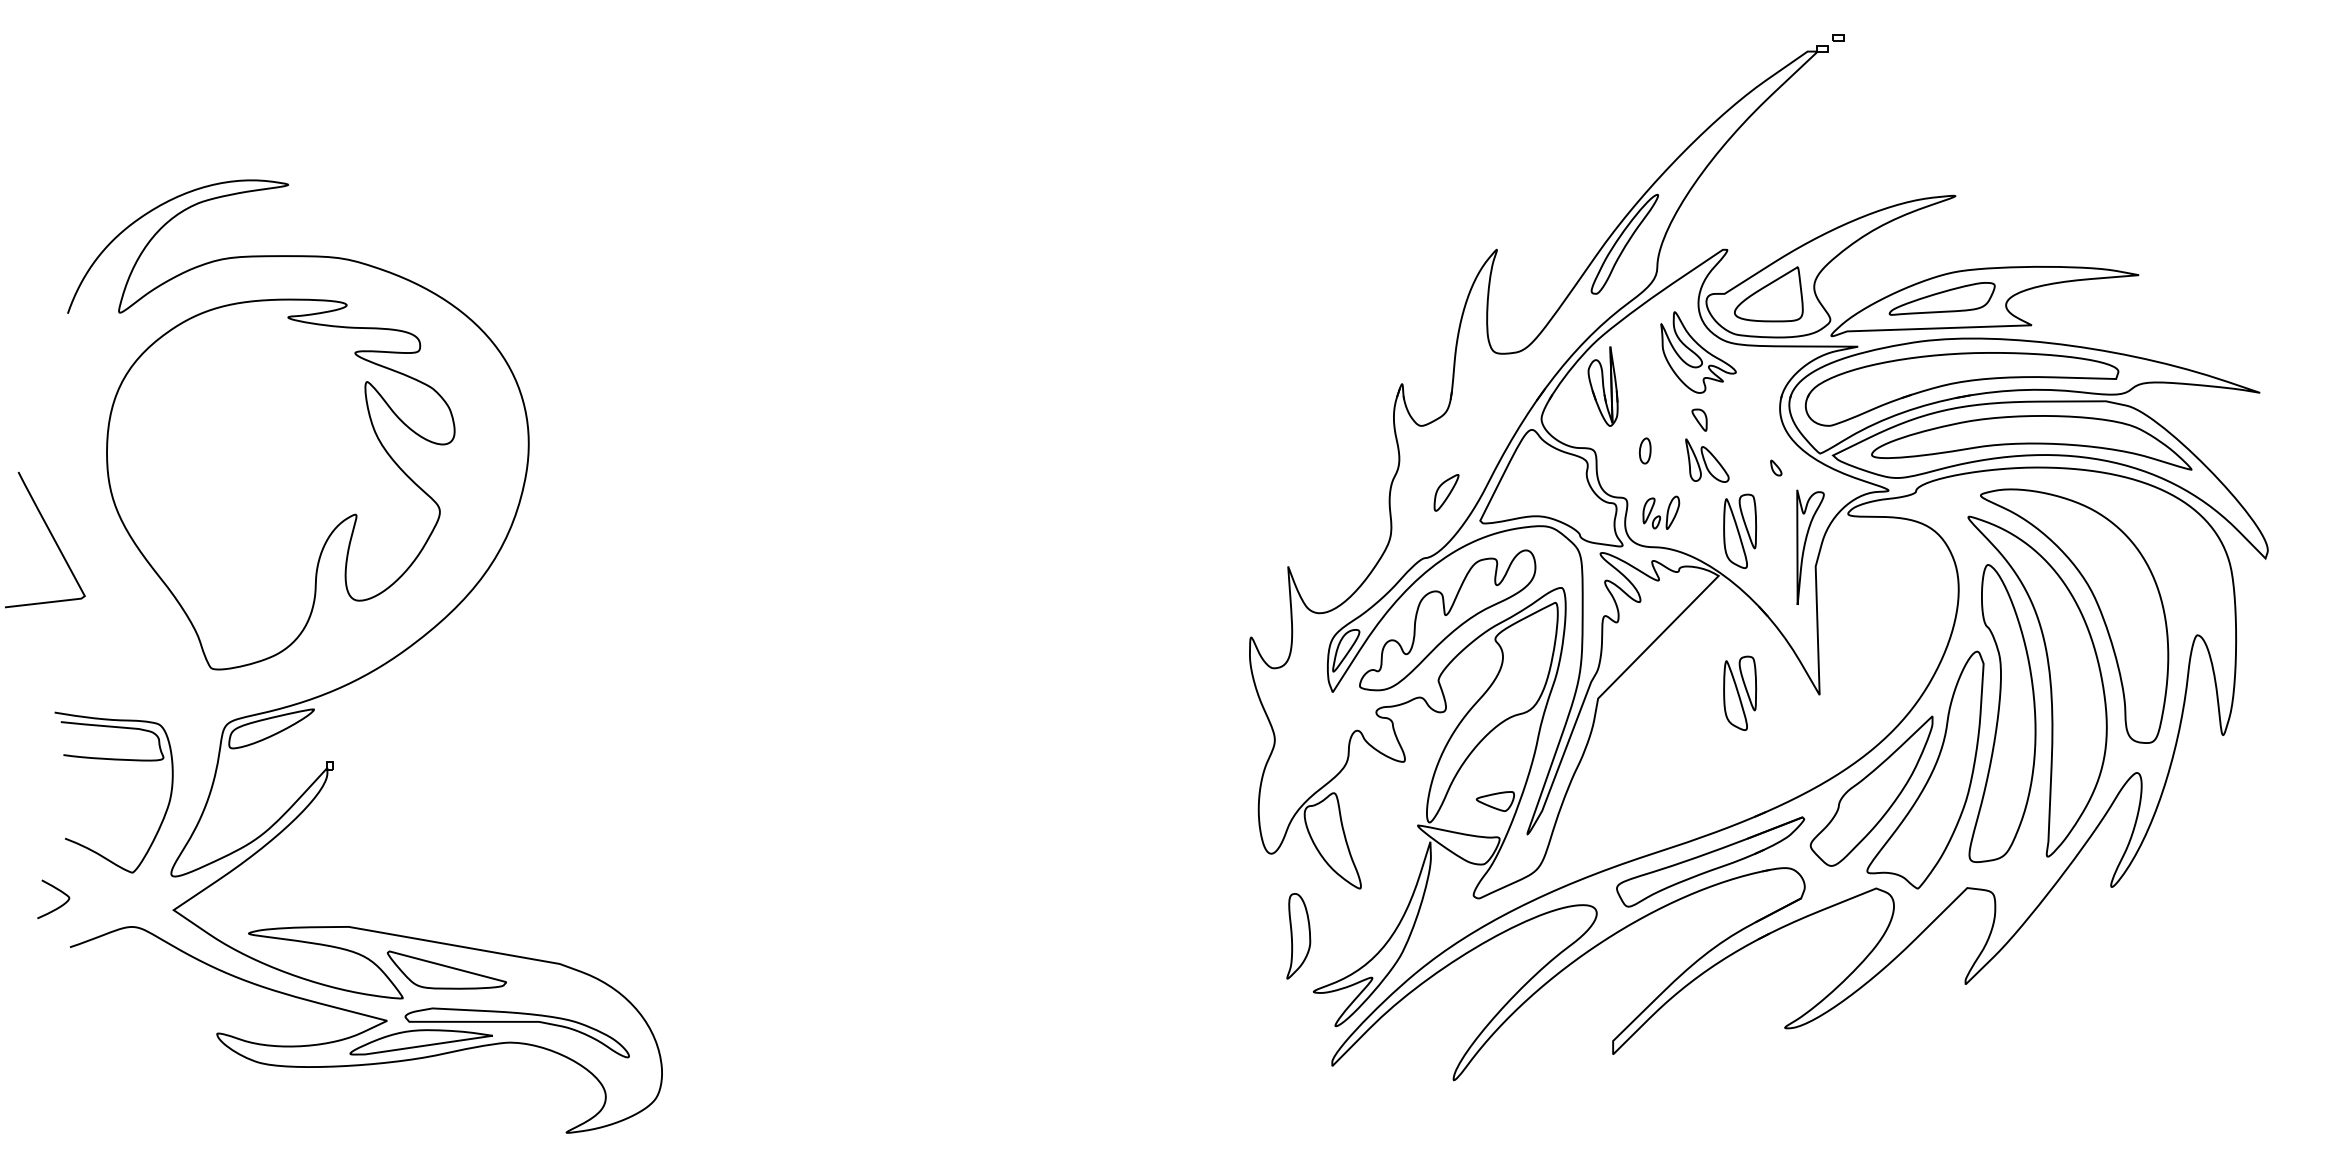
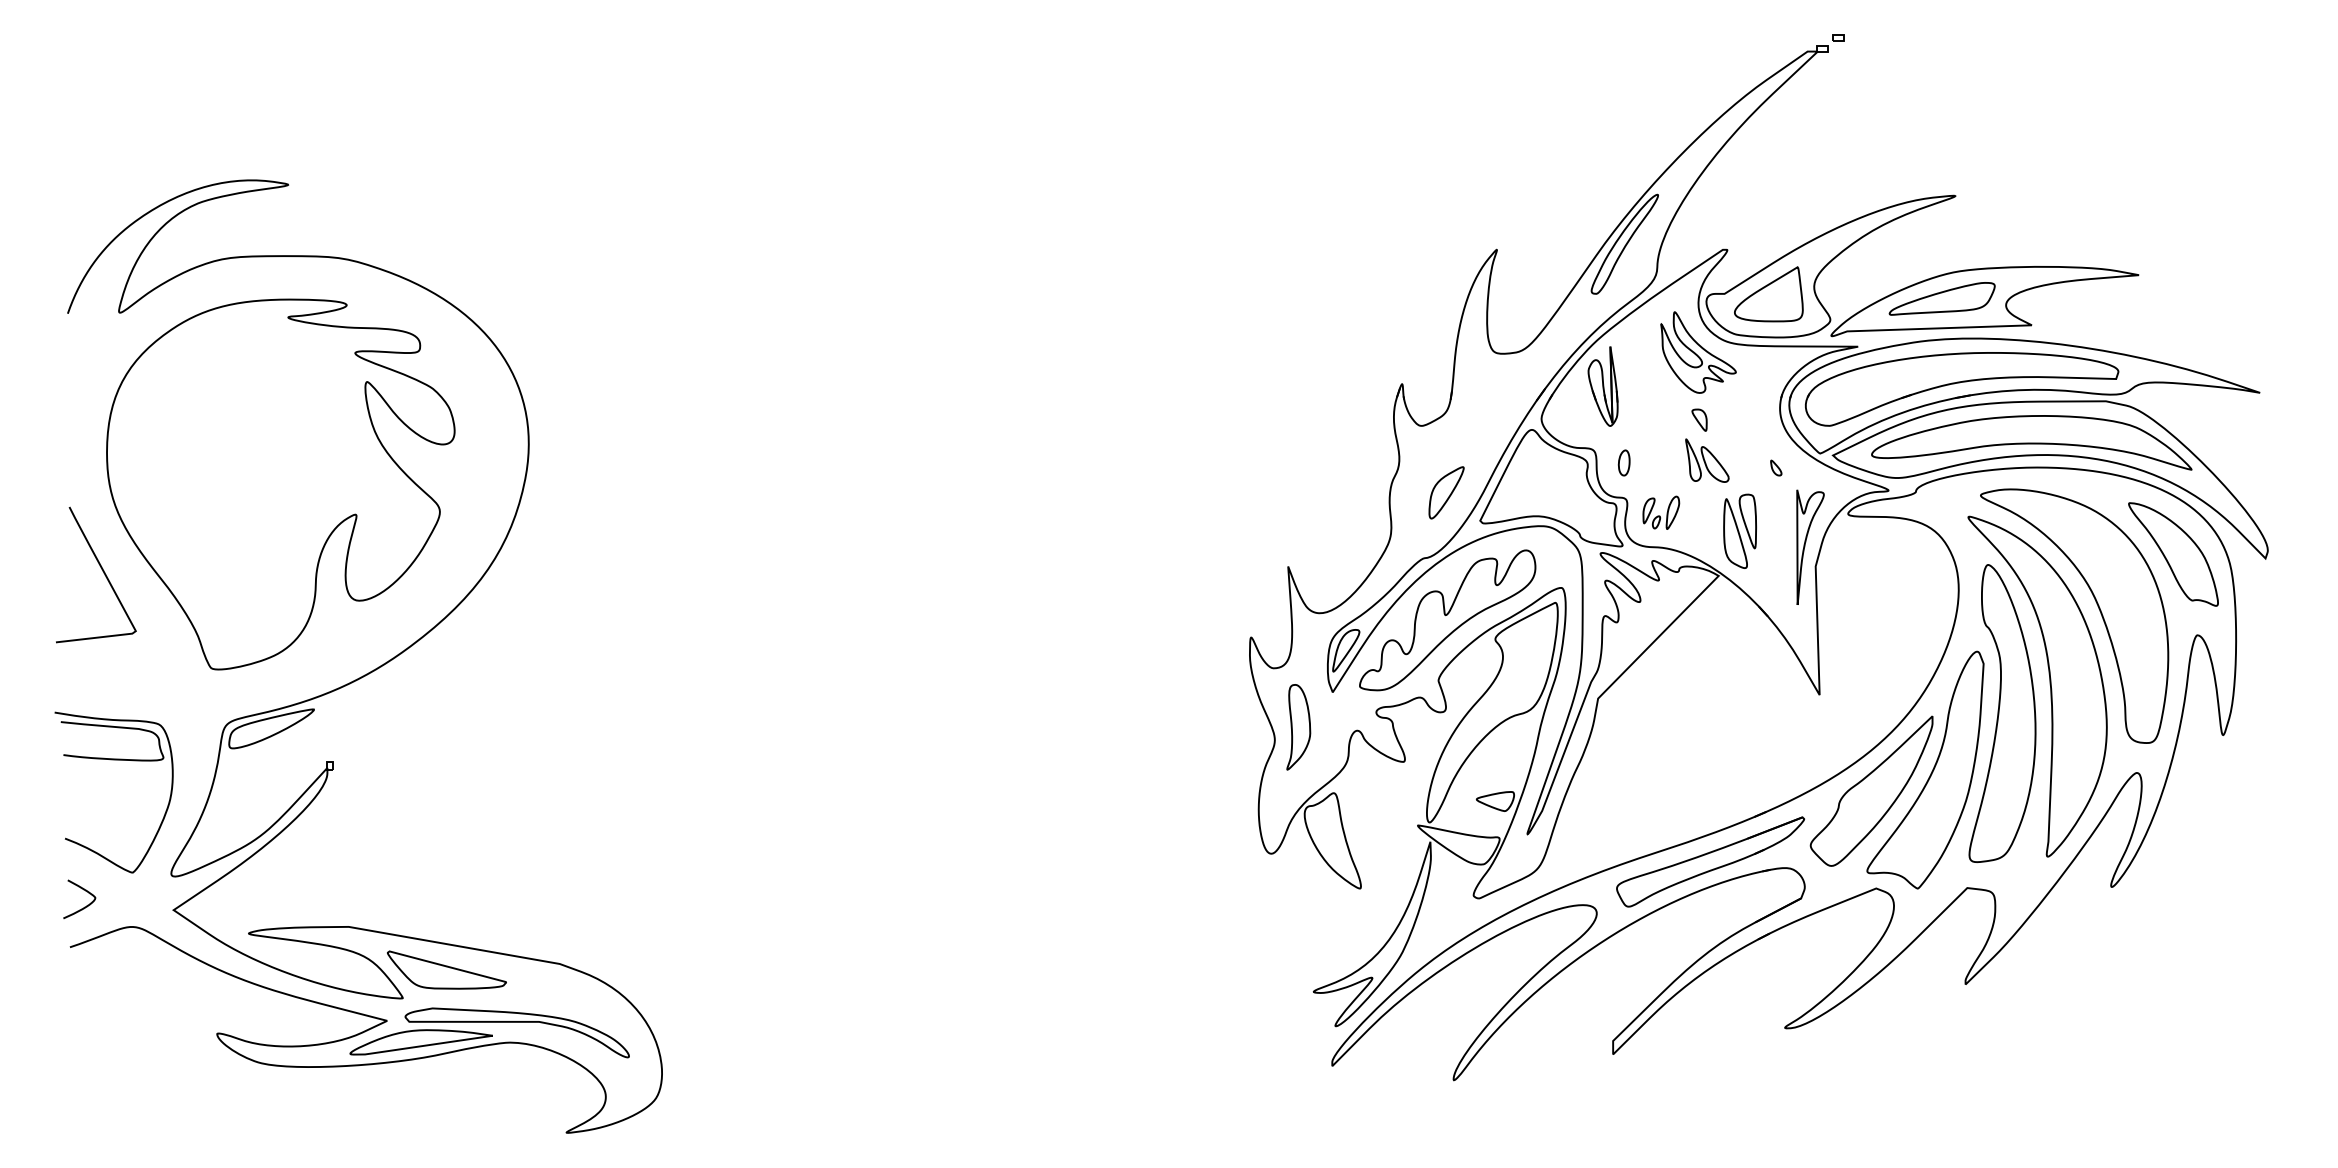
part at (1644, 450) position: (1644, 450) -> (1623, 462)
part at (1446, 492) size: 27x38 px -> 37x54 px
curve at (51, 536) position: (51, 536) -> (102, 571)
part at (2173, 554): none -> present
part at (1739, 692): present -> none
curve at (57, 890) position: (57, 890) -> (83, 890)
part at (1298, 936) position: (1298, 936) -> (1298, 727)
